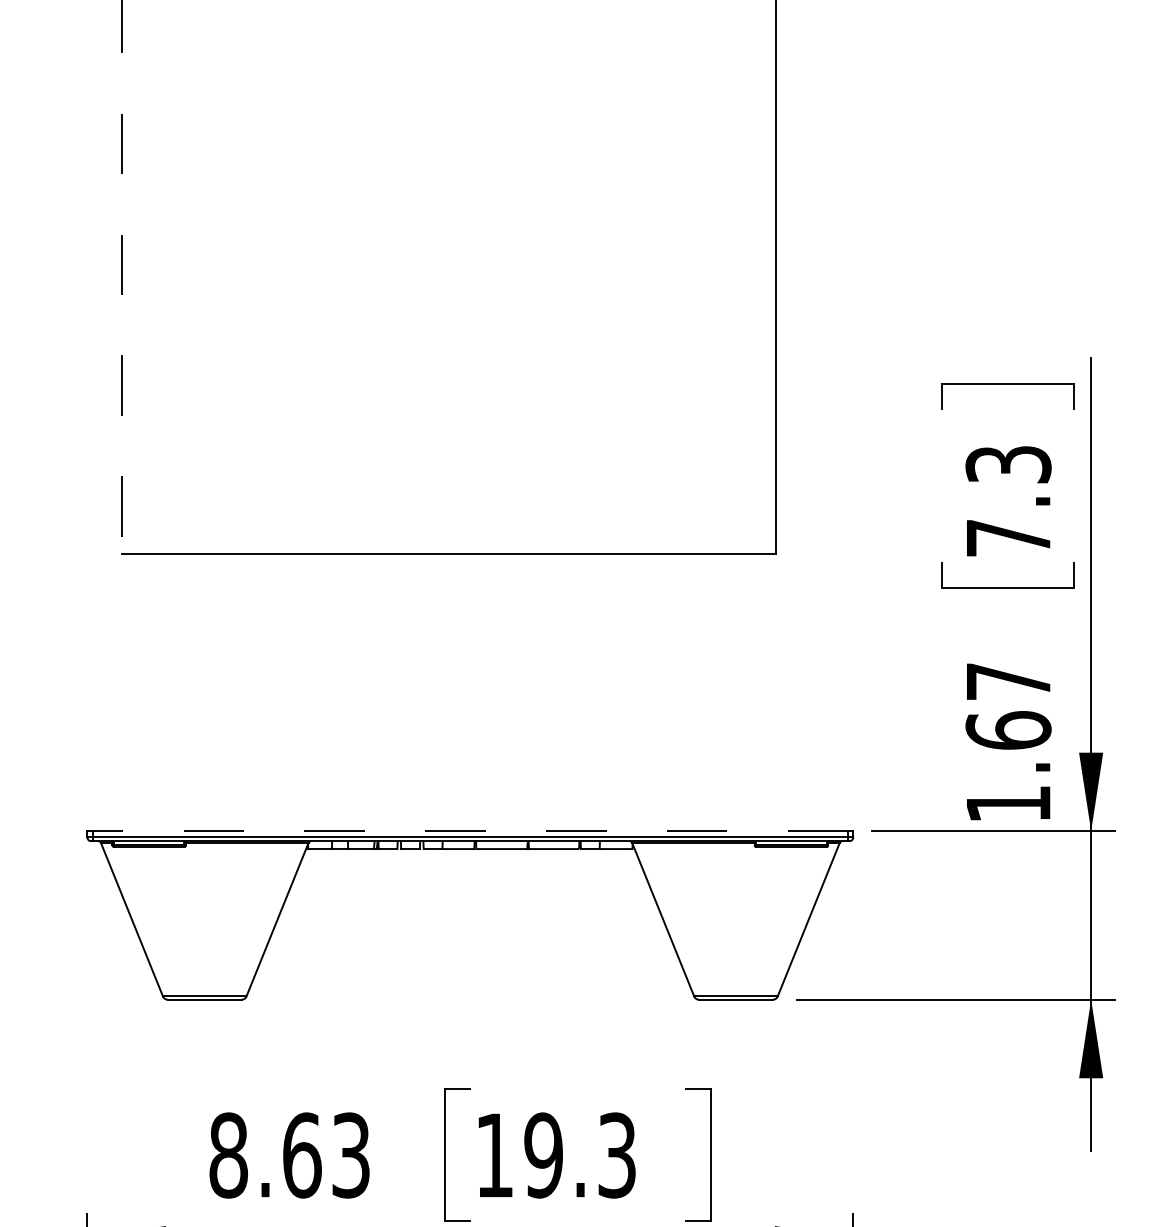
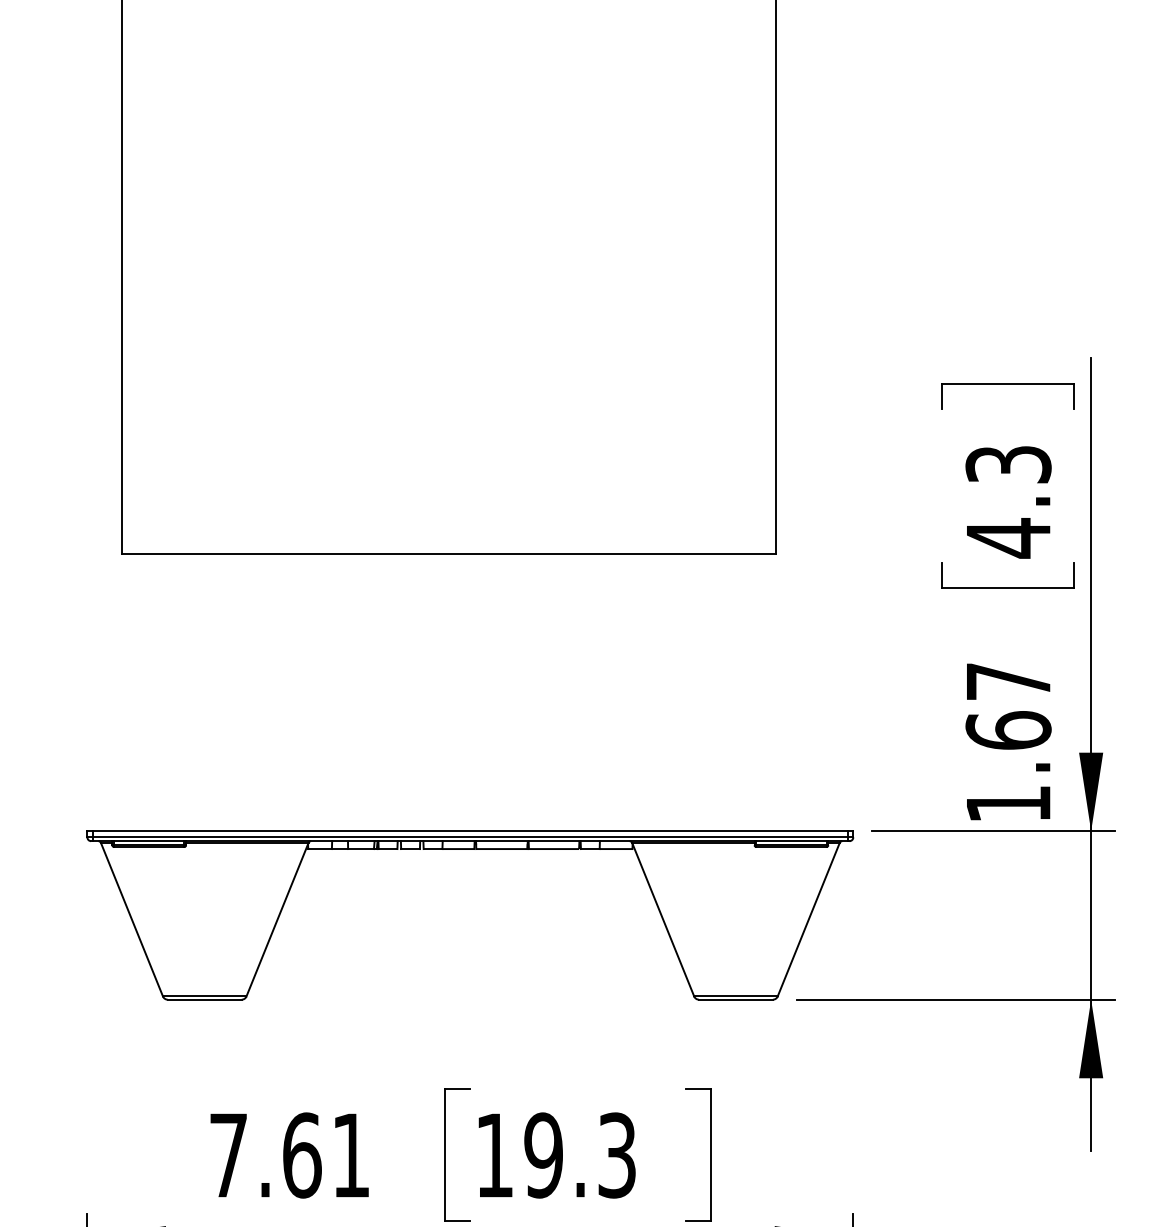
line at (122, 277): dashed -> solid
text at (1008, 538): 7.3 -> 4.3
line at (470, 831): dashed -> solid
text at (289, 1155): 8.63 -> 7.61
